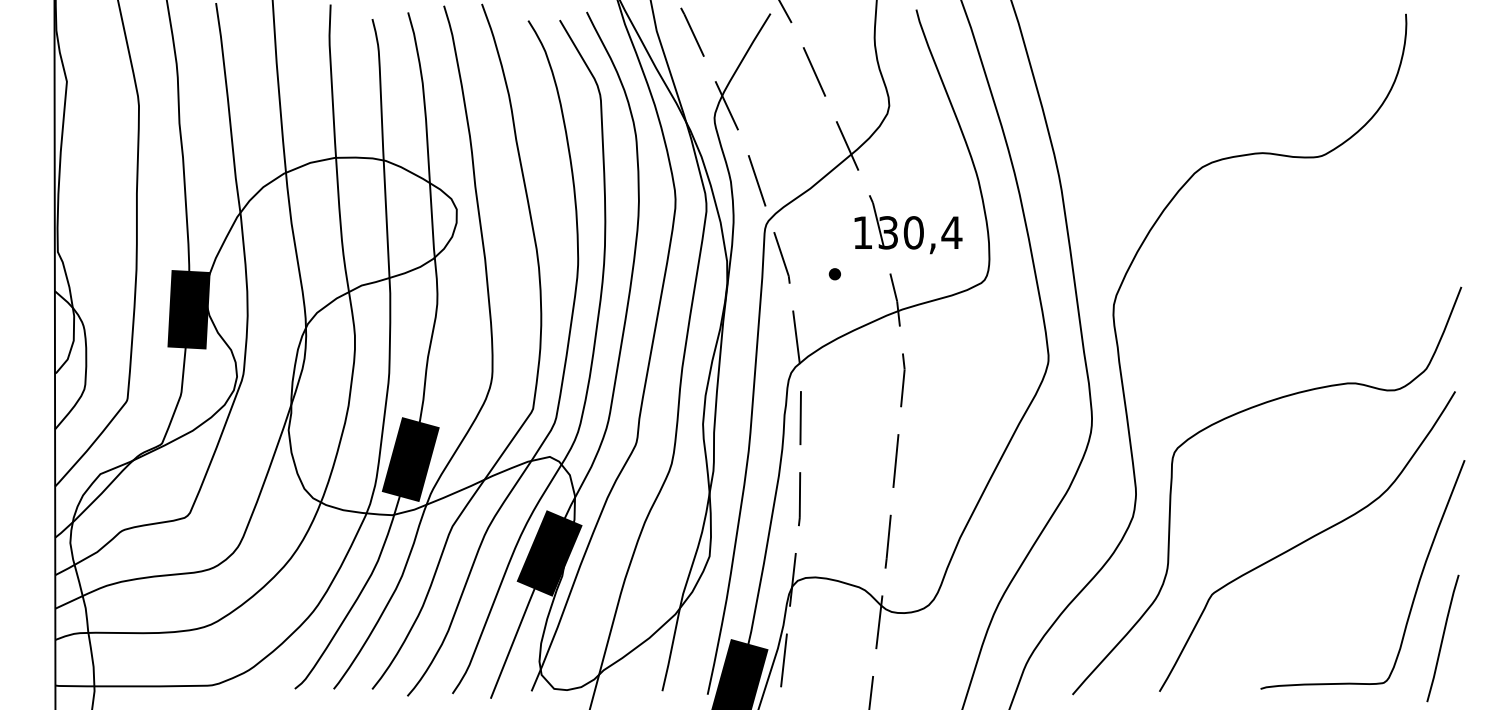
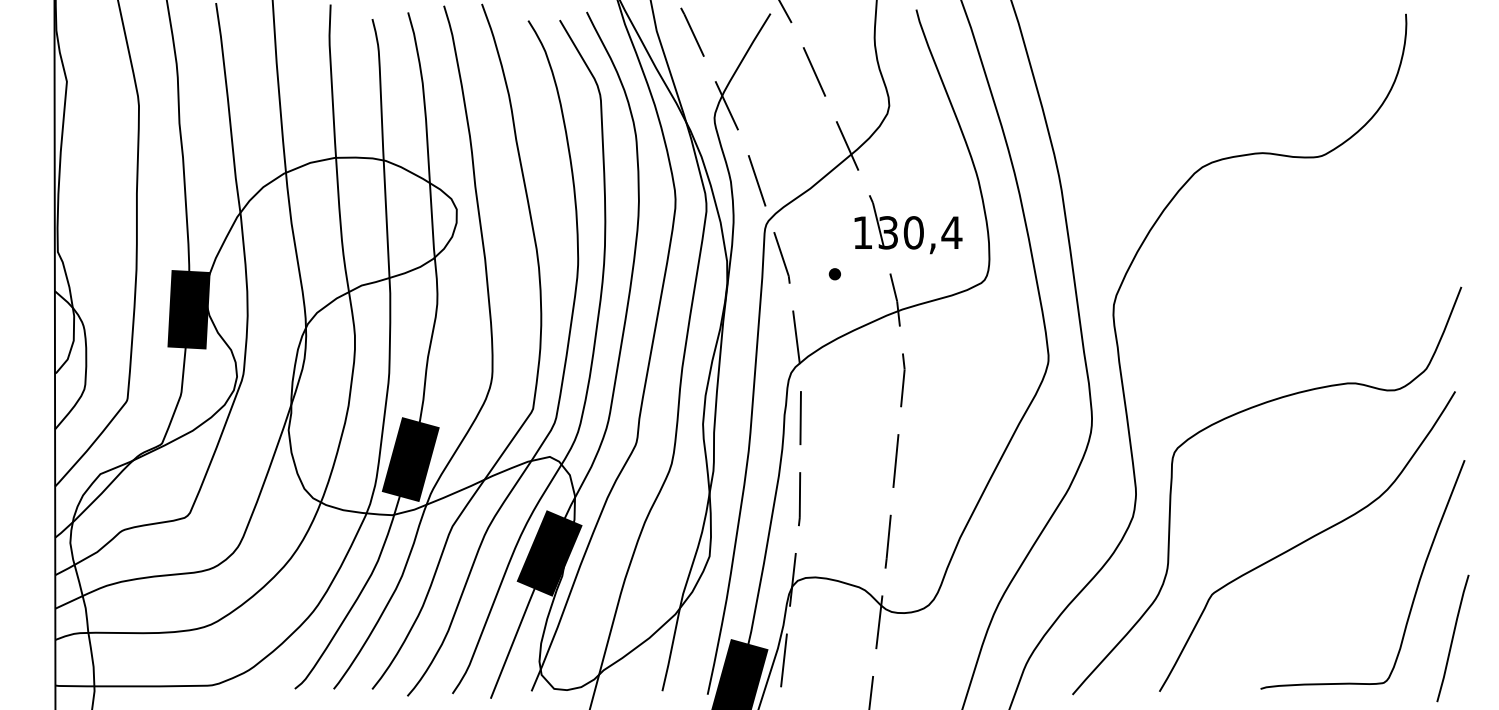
line at (1442, 638) position: (1442, 638) -> (1452, 638)
